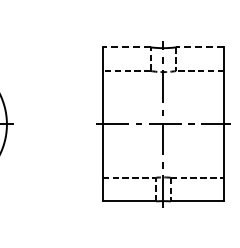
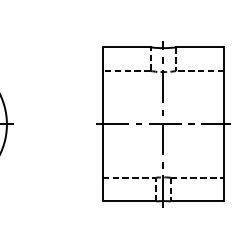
line at (126, 47): dashed -> solid
line at (199, 47): dashed -> solid
